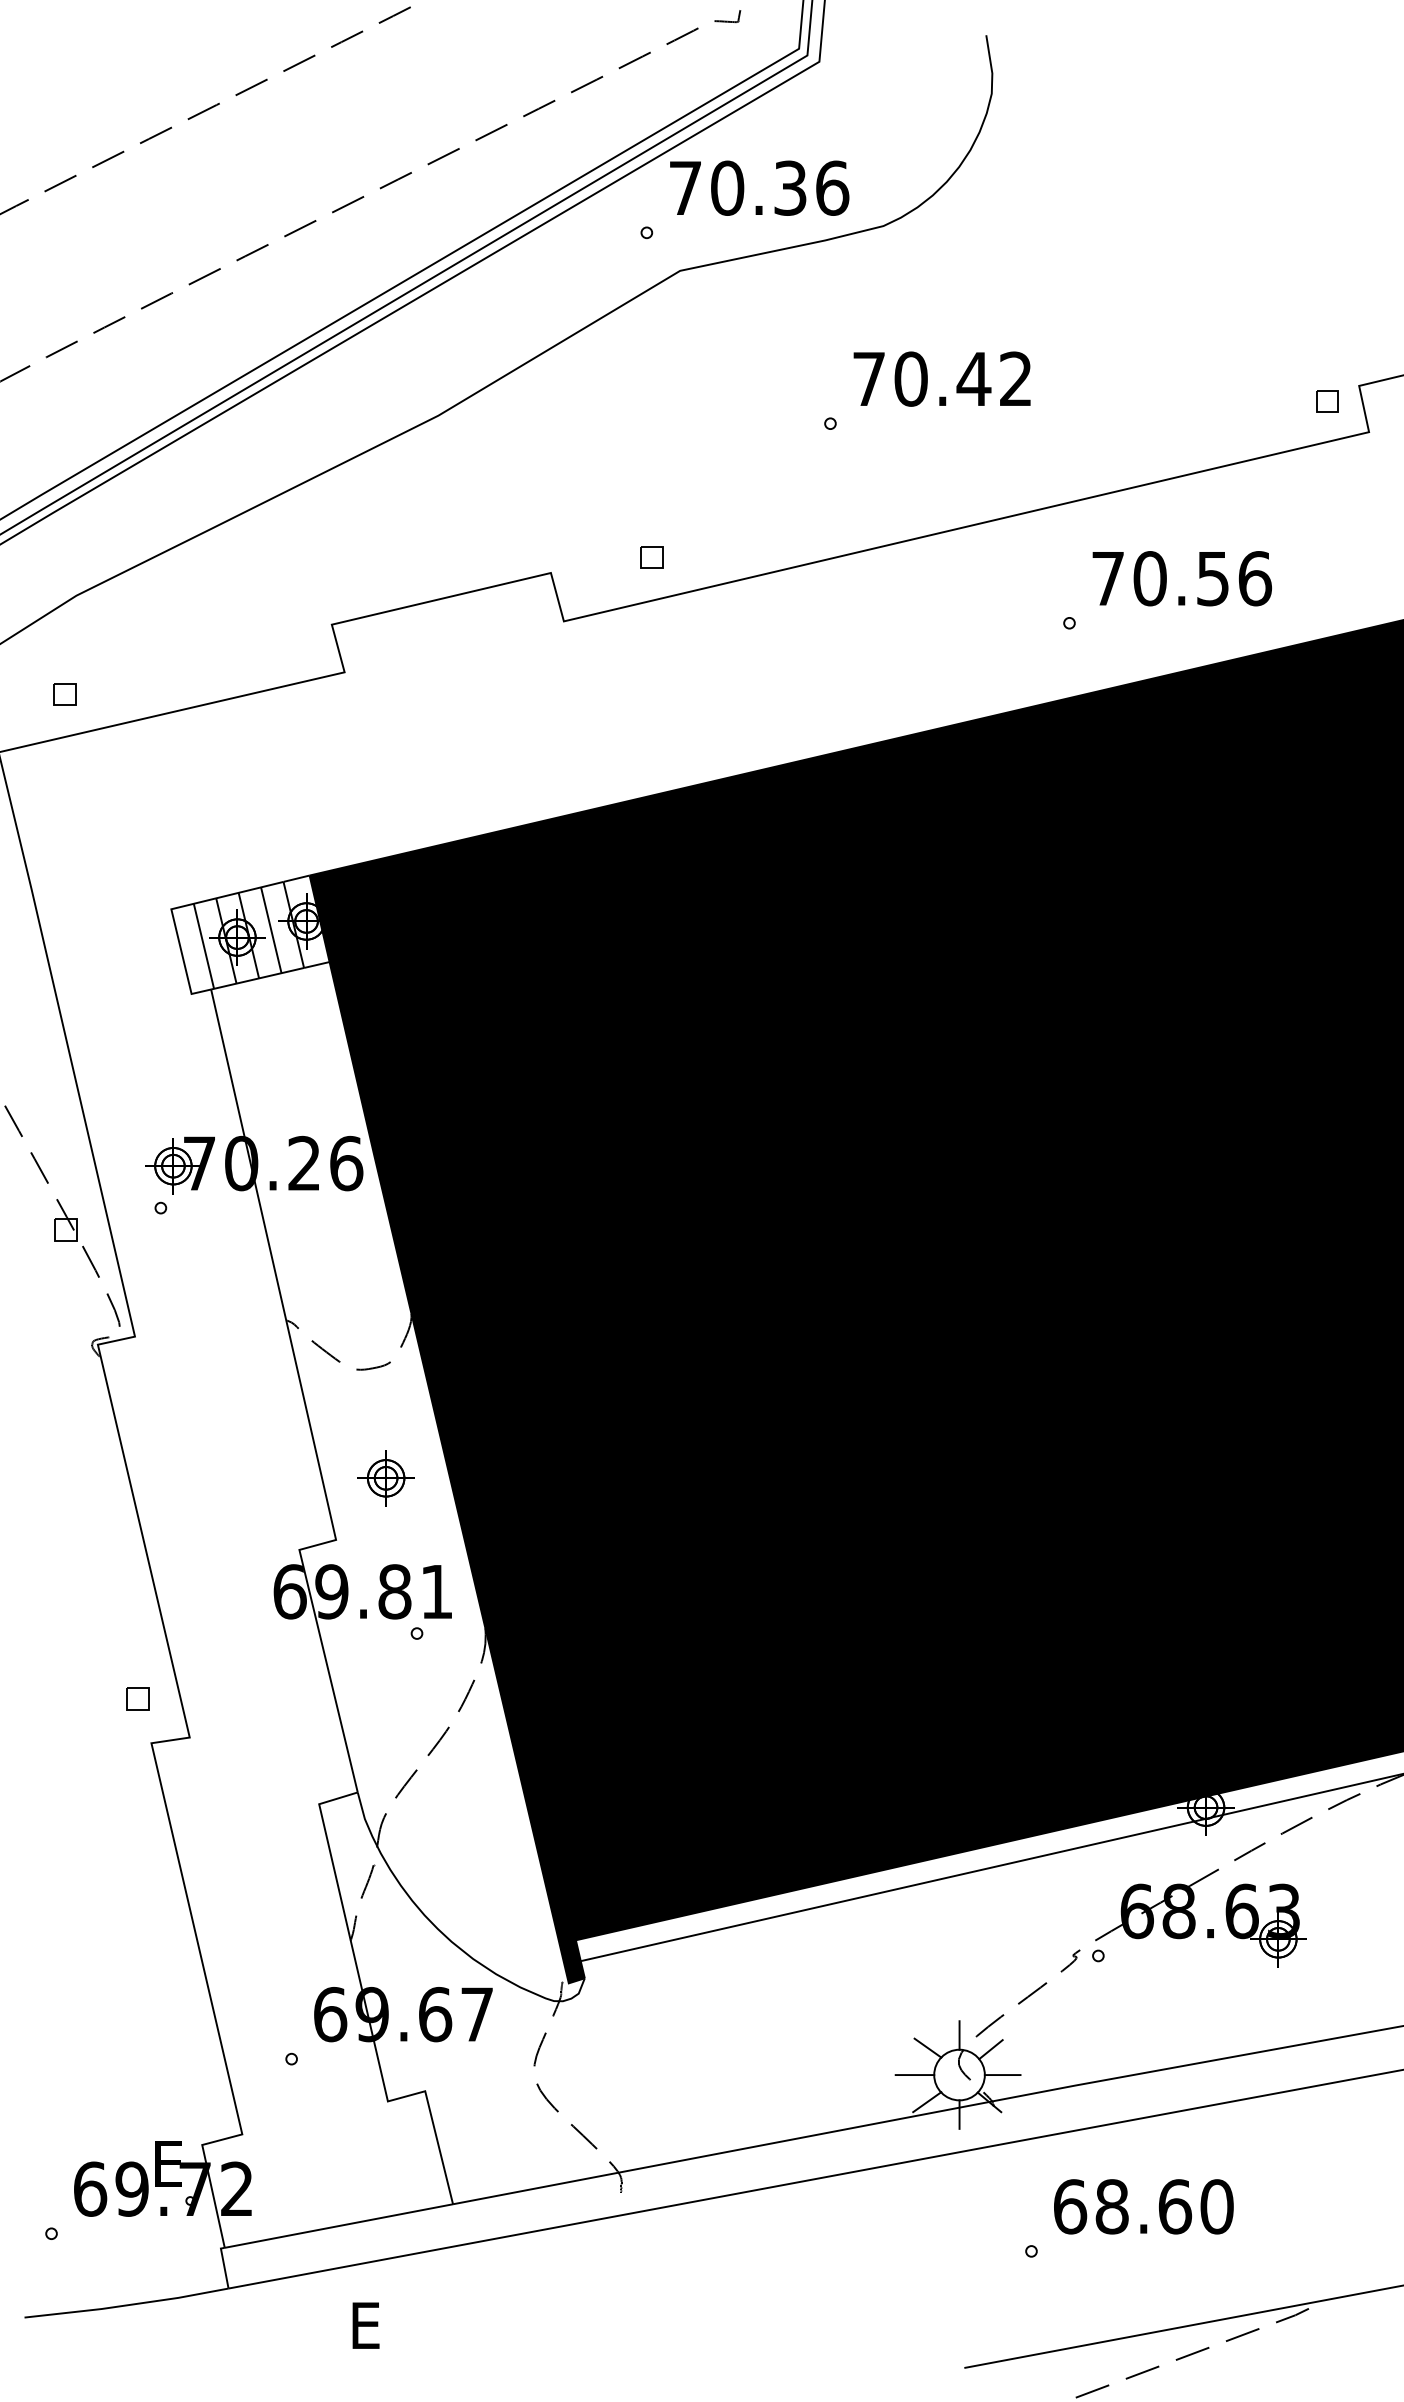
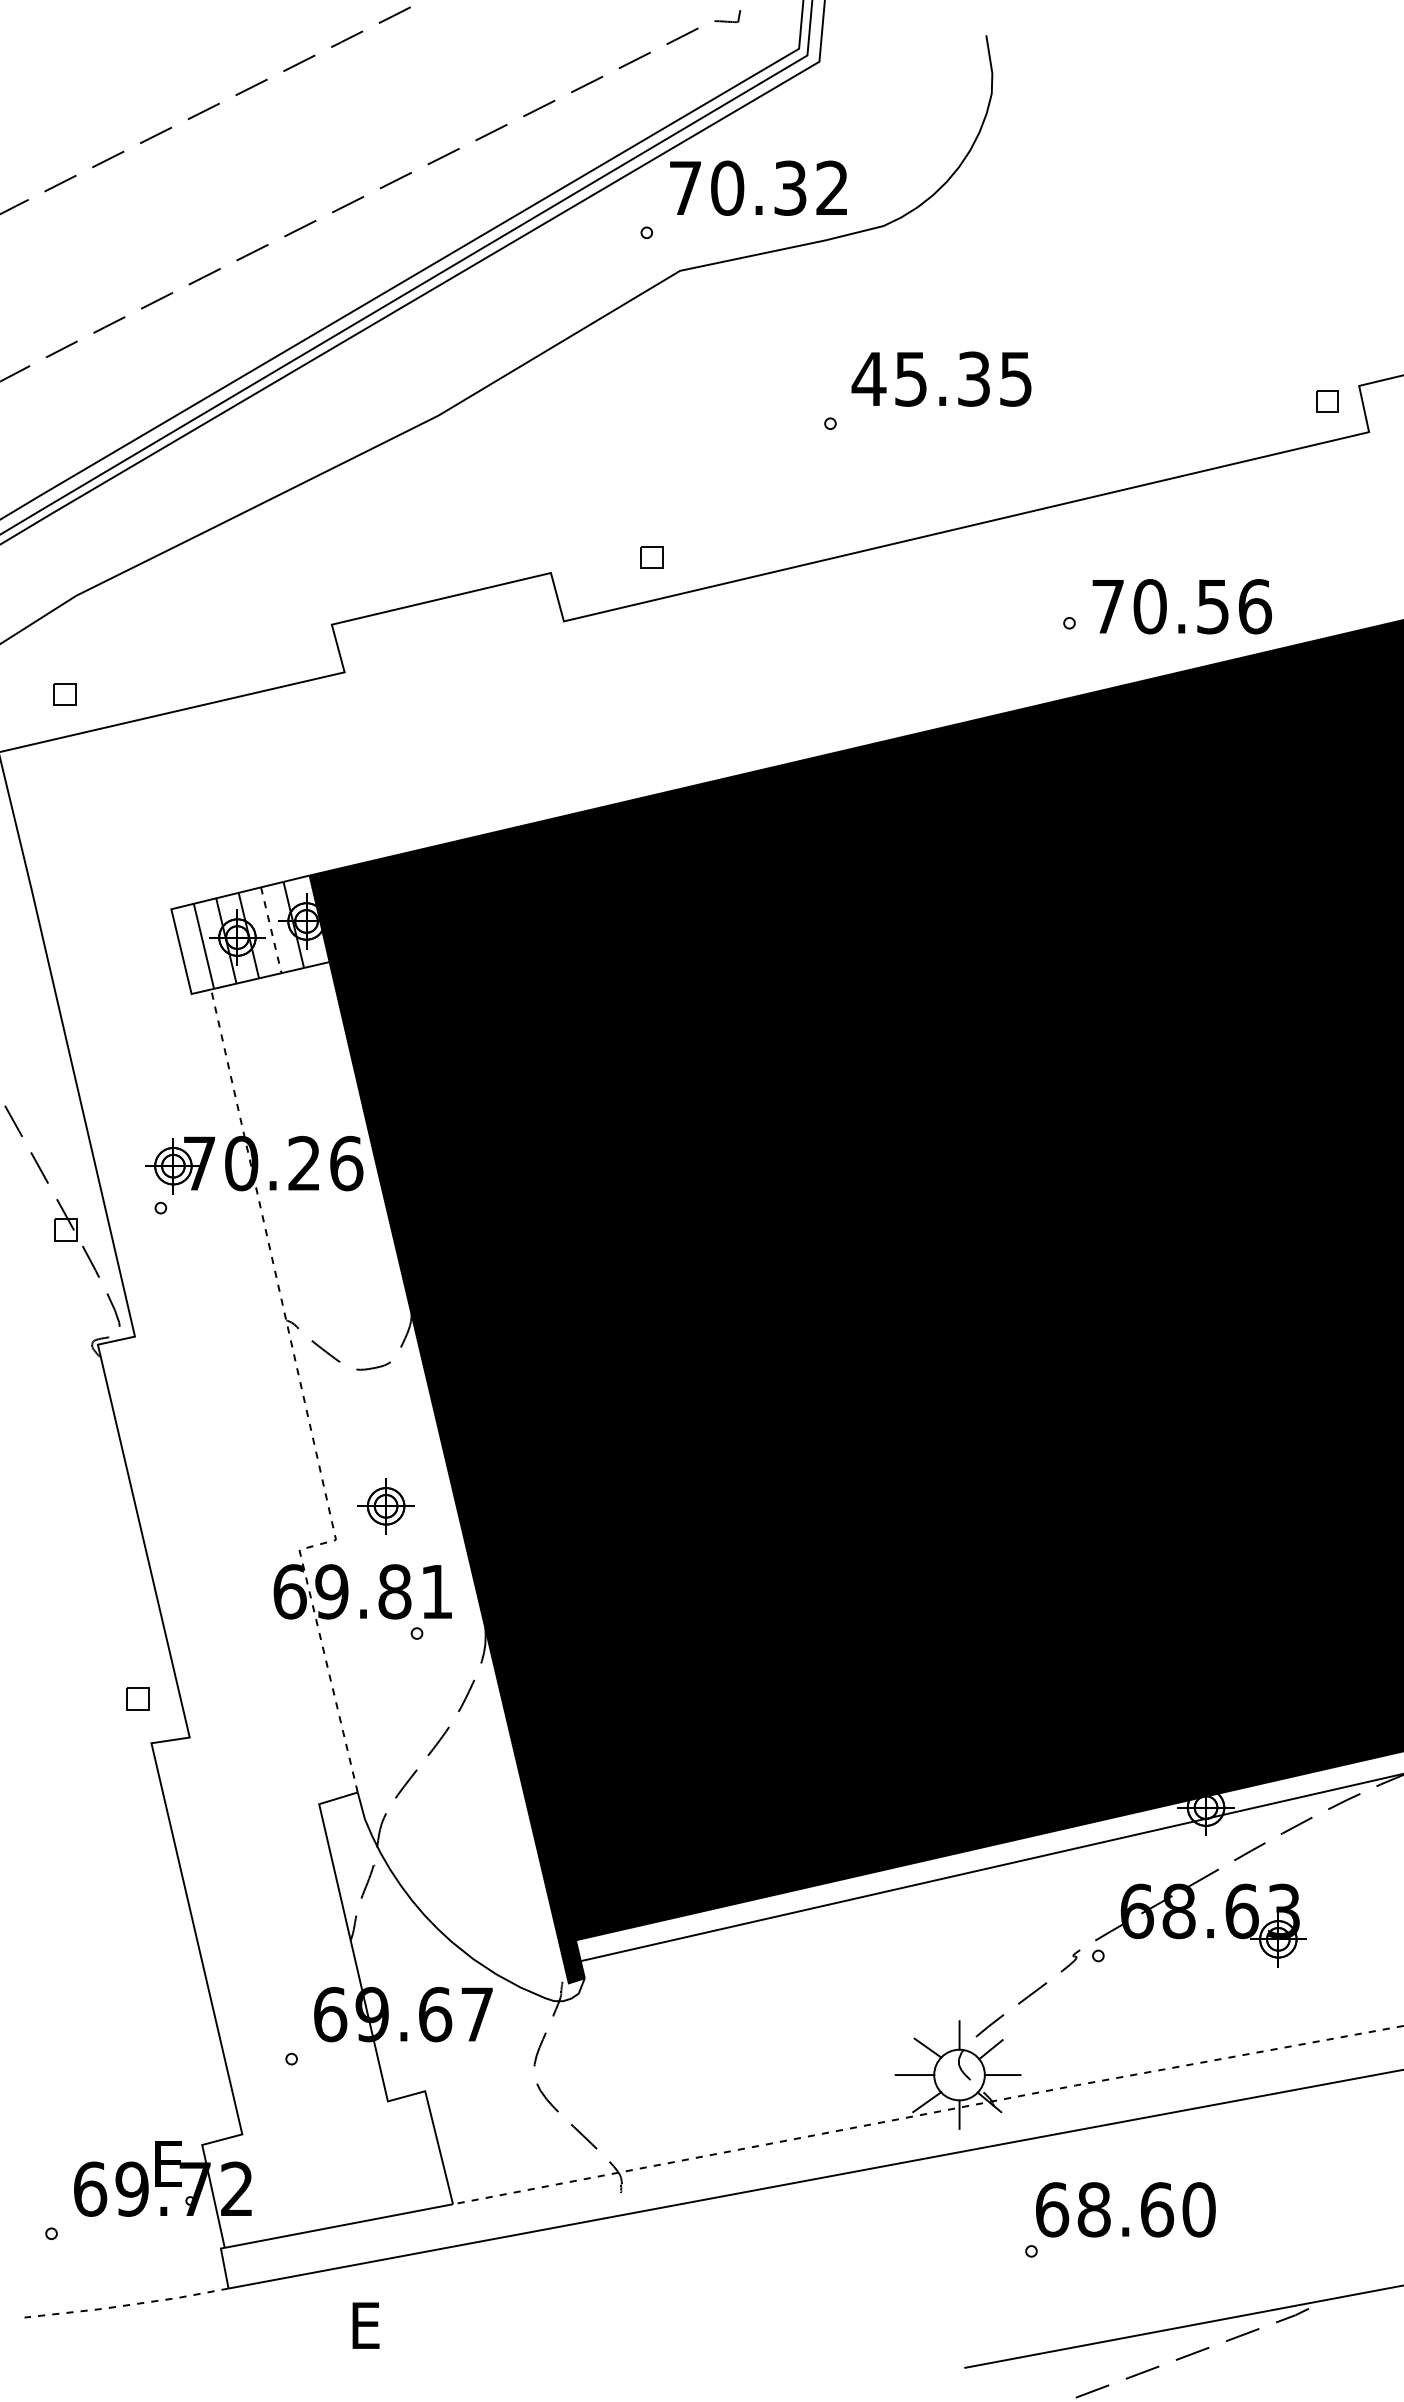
text at (832, 187): 70.36 -> 70.32
text at (941, 378): 70.42 -> 45.35
text at (1181, 578) position: (1181, 578) -> (1181, 606)
line at (271, 930): solid -> dashed
line at (305, 1405): solid -> dashed
part at (385, 1478) position: (385, 1478) -> (385, 1506)
line at (928, 2113): solid -> dashed
text at (1143, 2206) position: (1143, 2206) -> (1125, 2209)
line at (127, 2305): solid -> dashed
